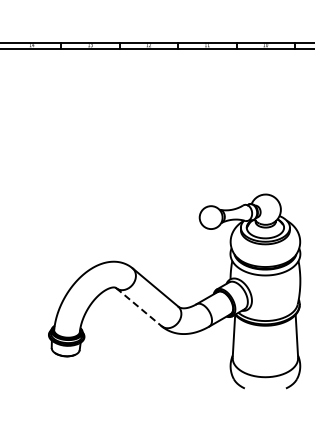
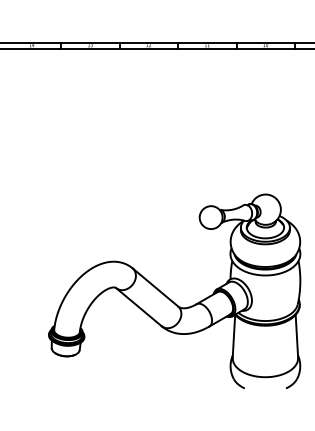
line at (138, 307): dashed -> solid
